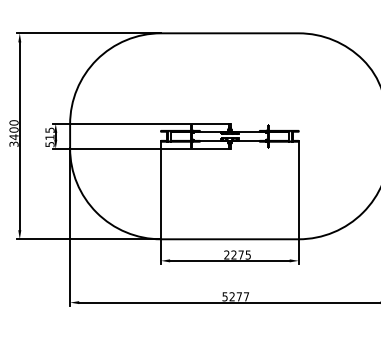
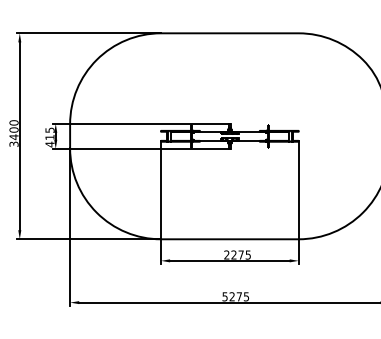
text at (49, 144): 515 -> 415
text at (246, 296): 5277 -> 5275
